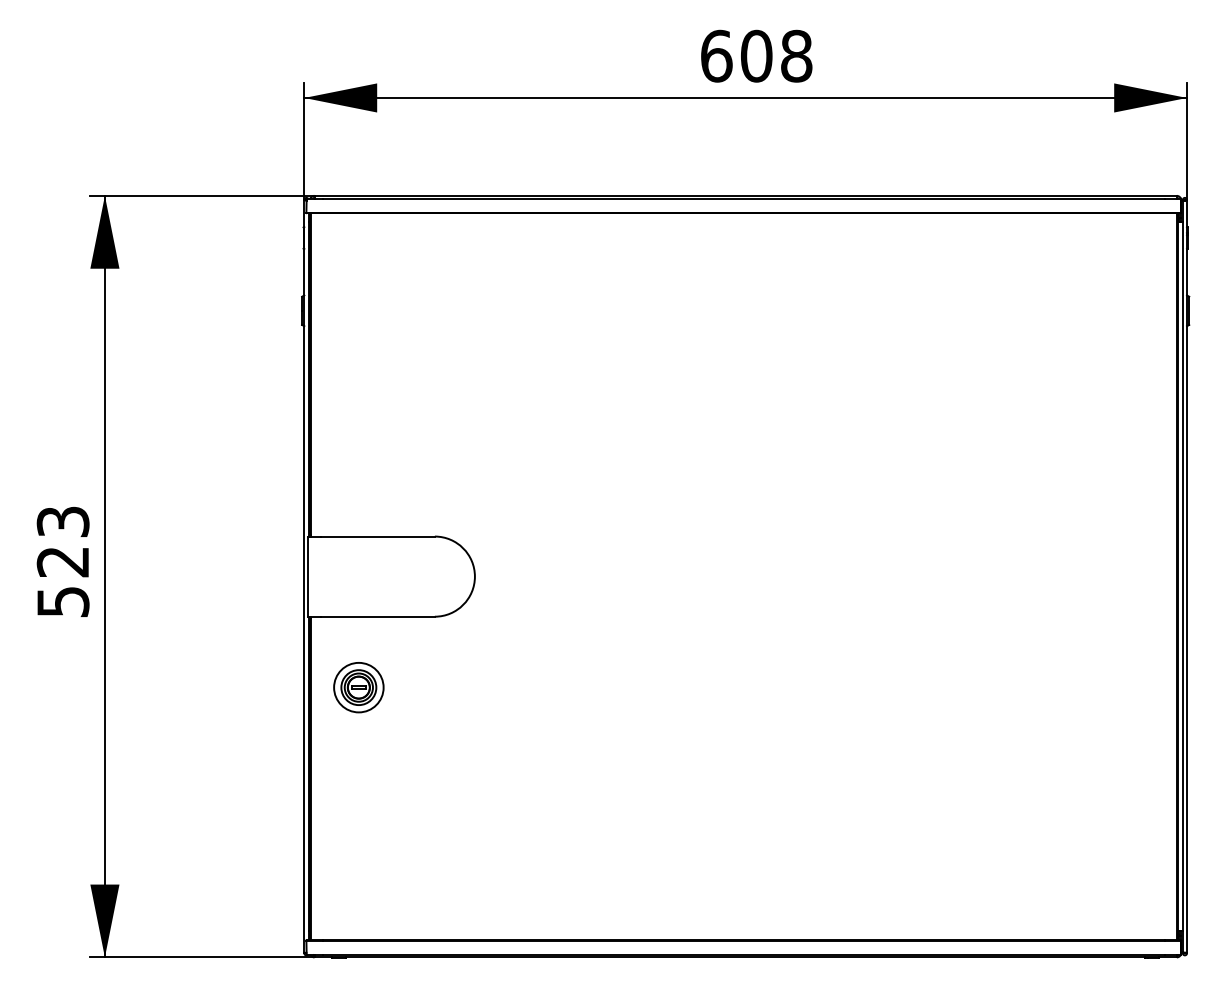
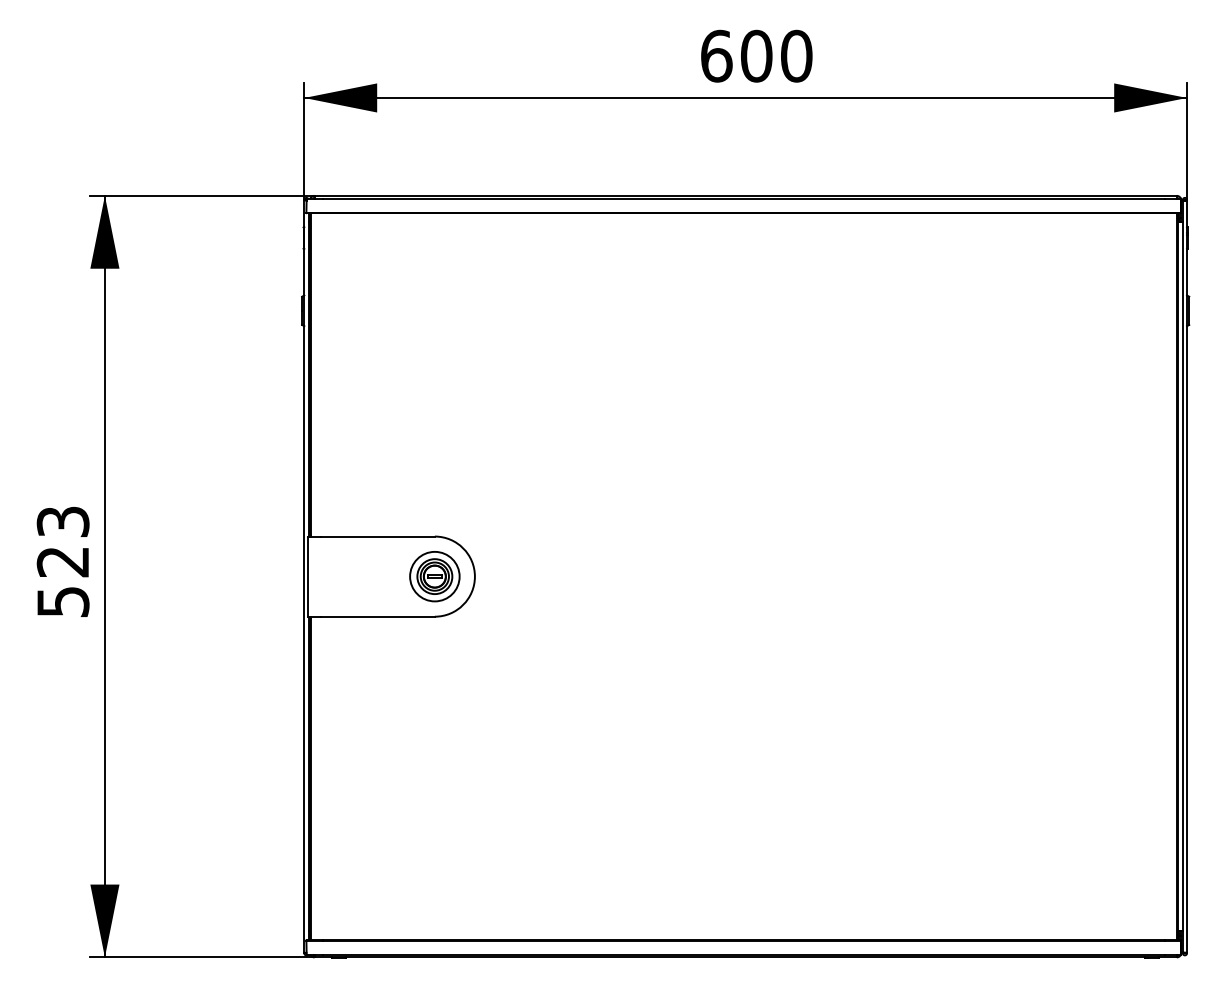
text at (796, 56): 608 -> 600
part at (358, 687) position: (358, 687) -> (434, 576)
